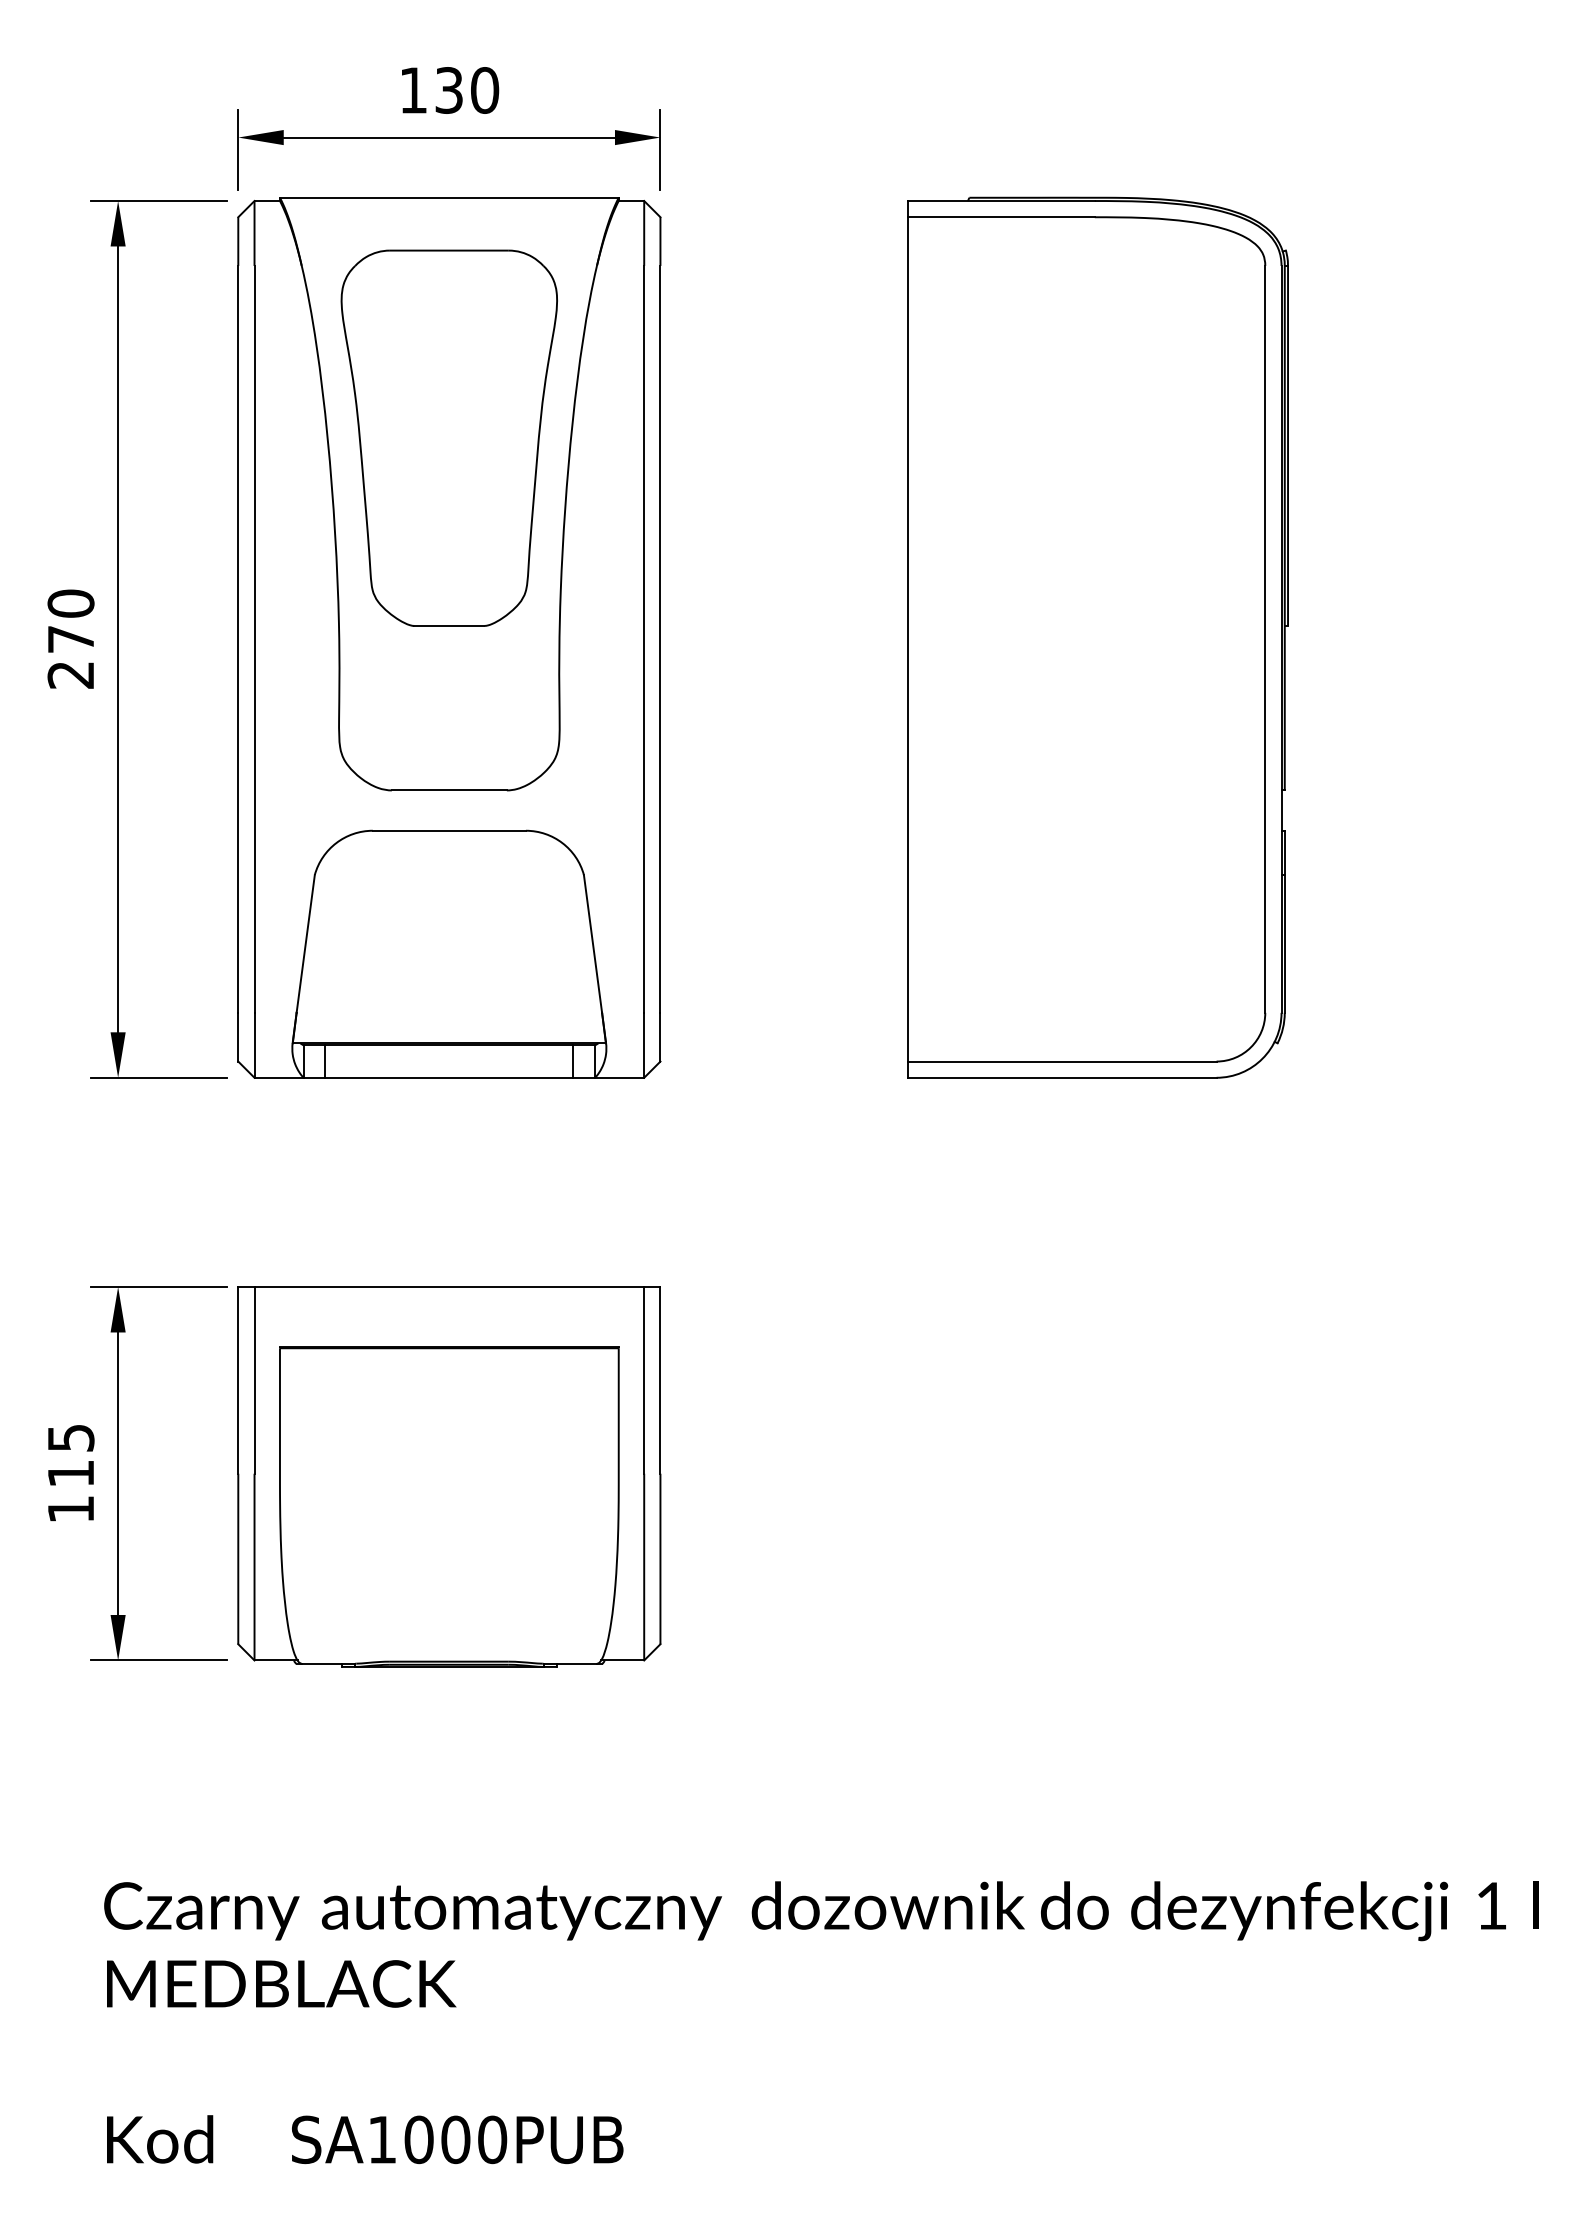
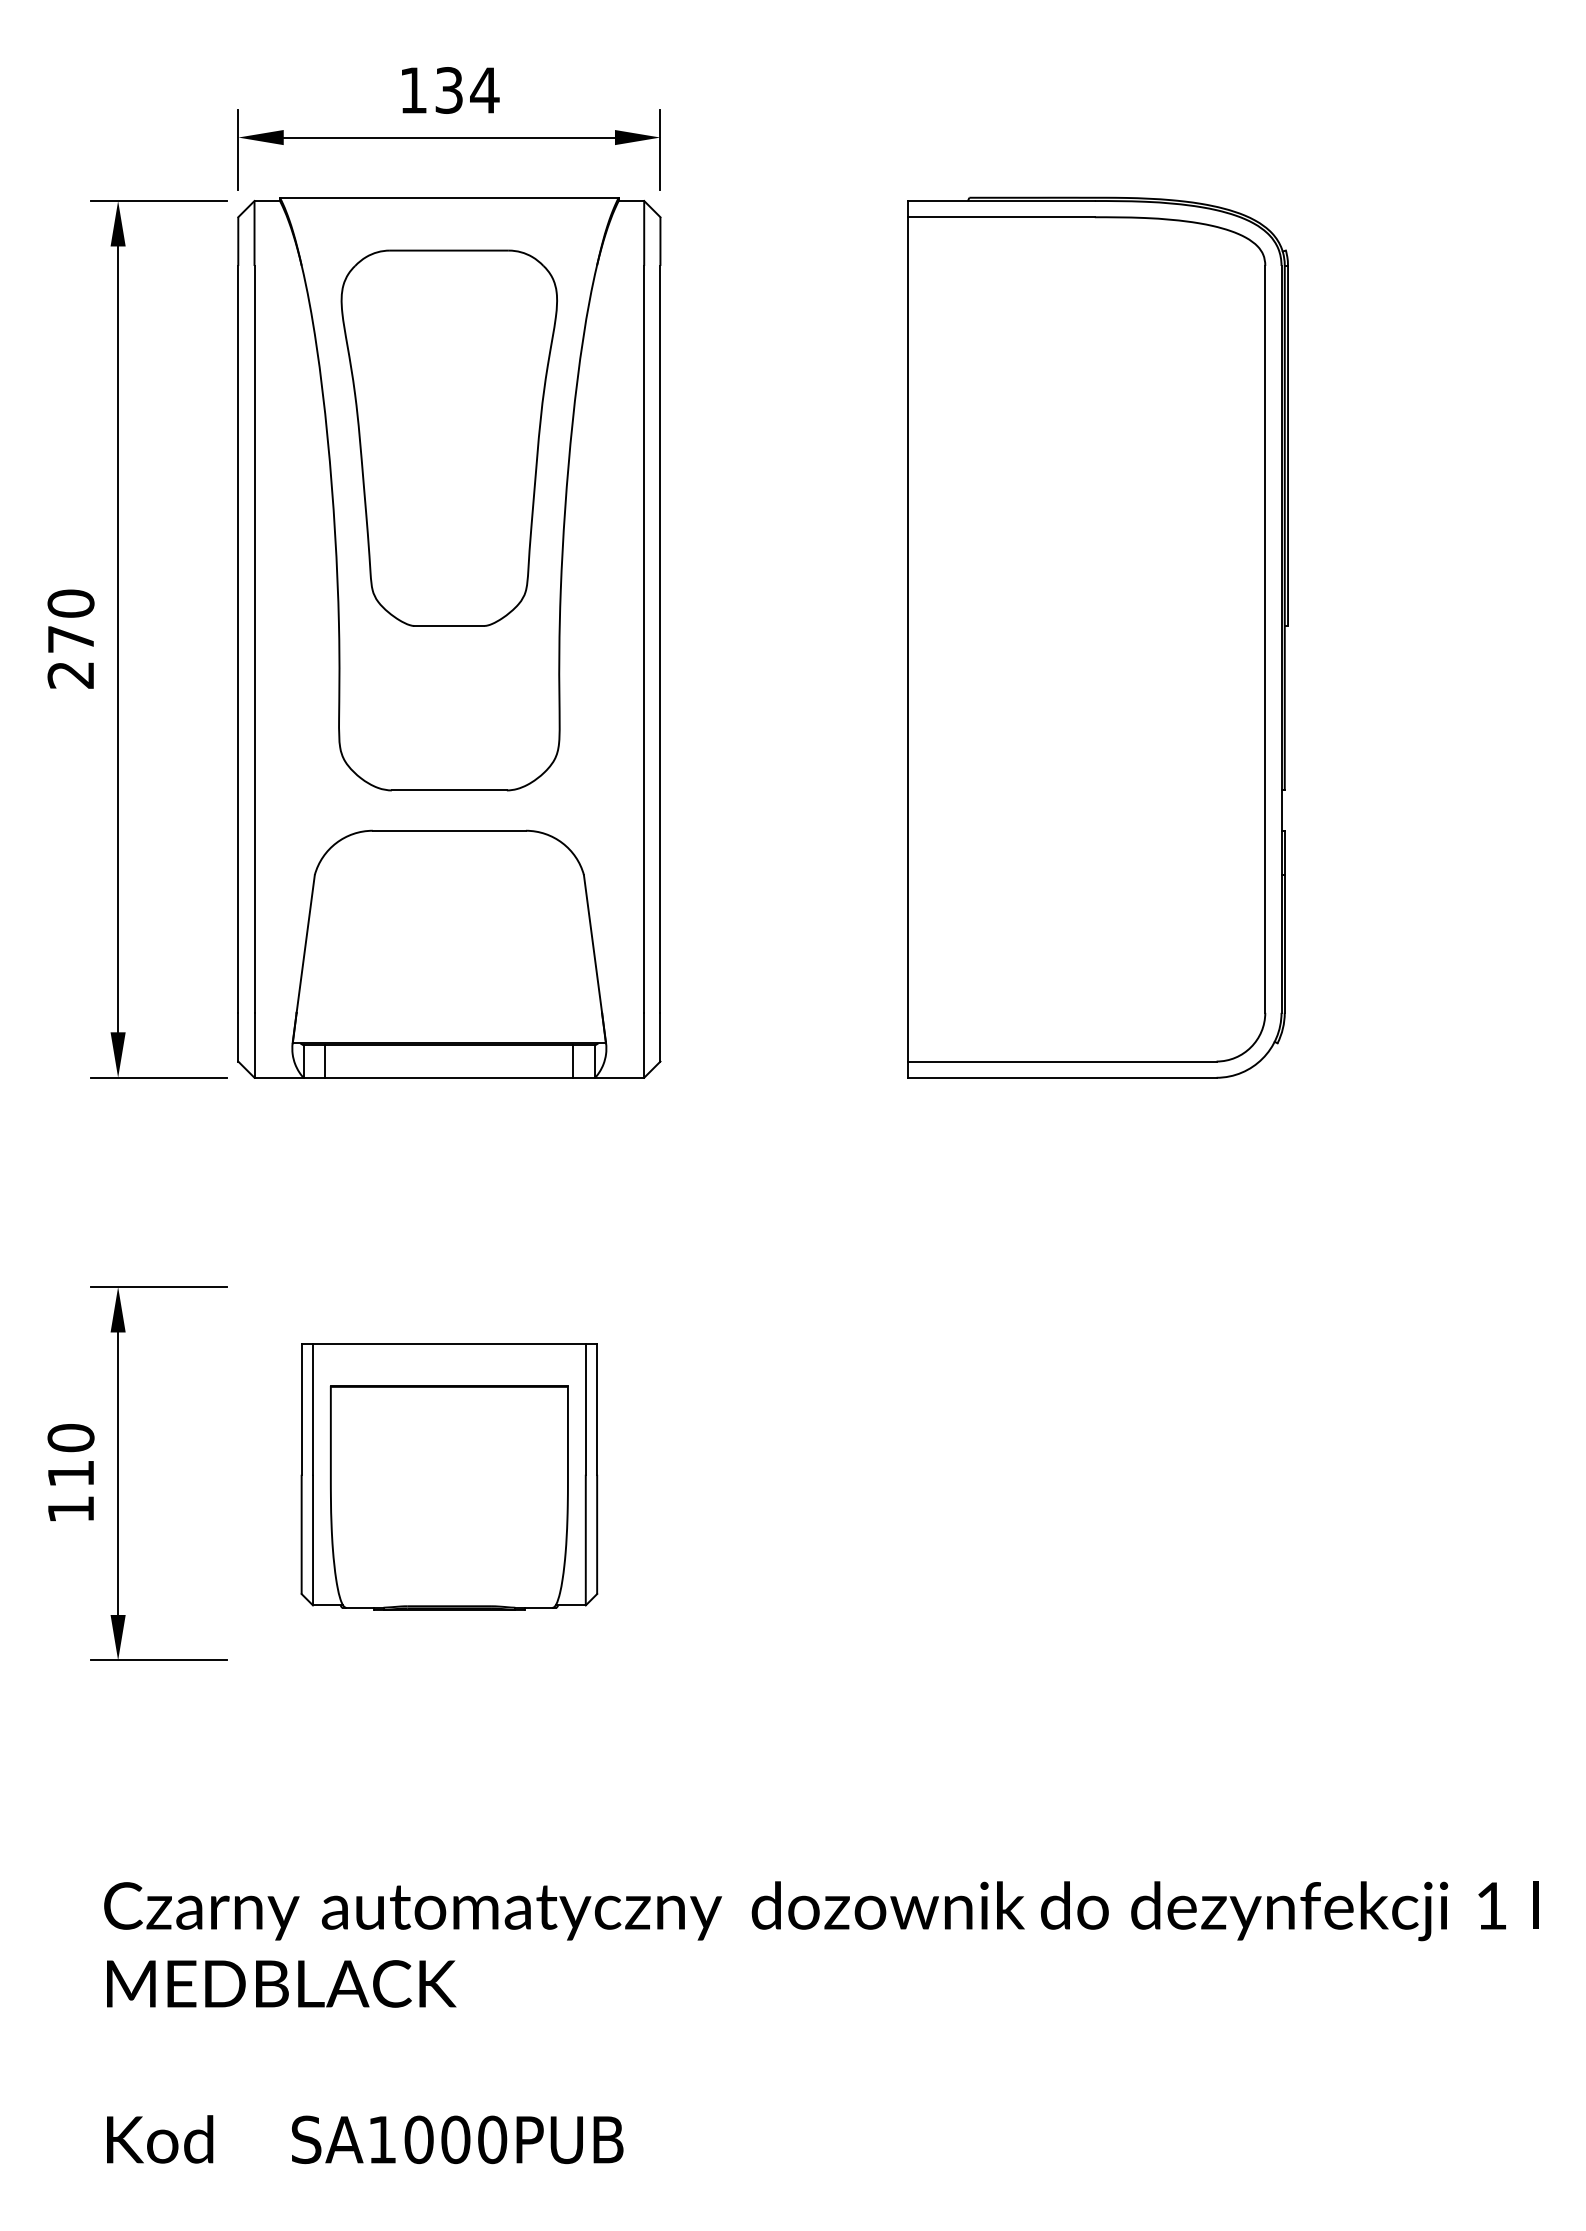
text at (484, 90): 130 -> 134
text at (70, 1438): 115 -> 110
part at (449, 1476) size: 425x382 px -> 299x268 px
